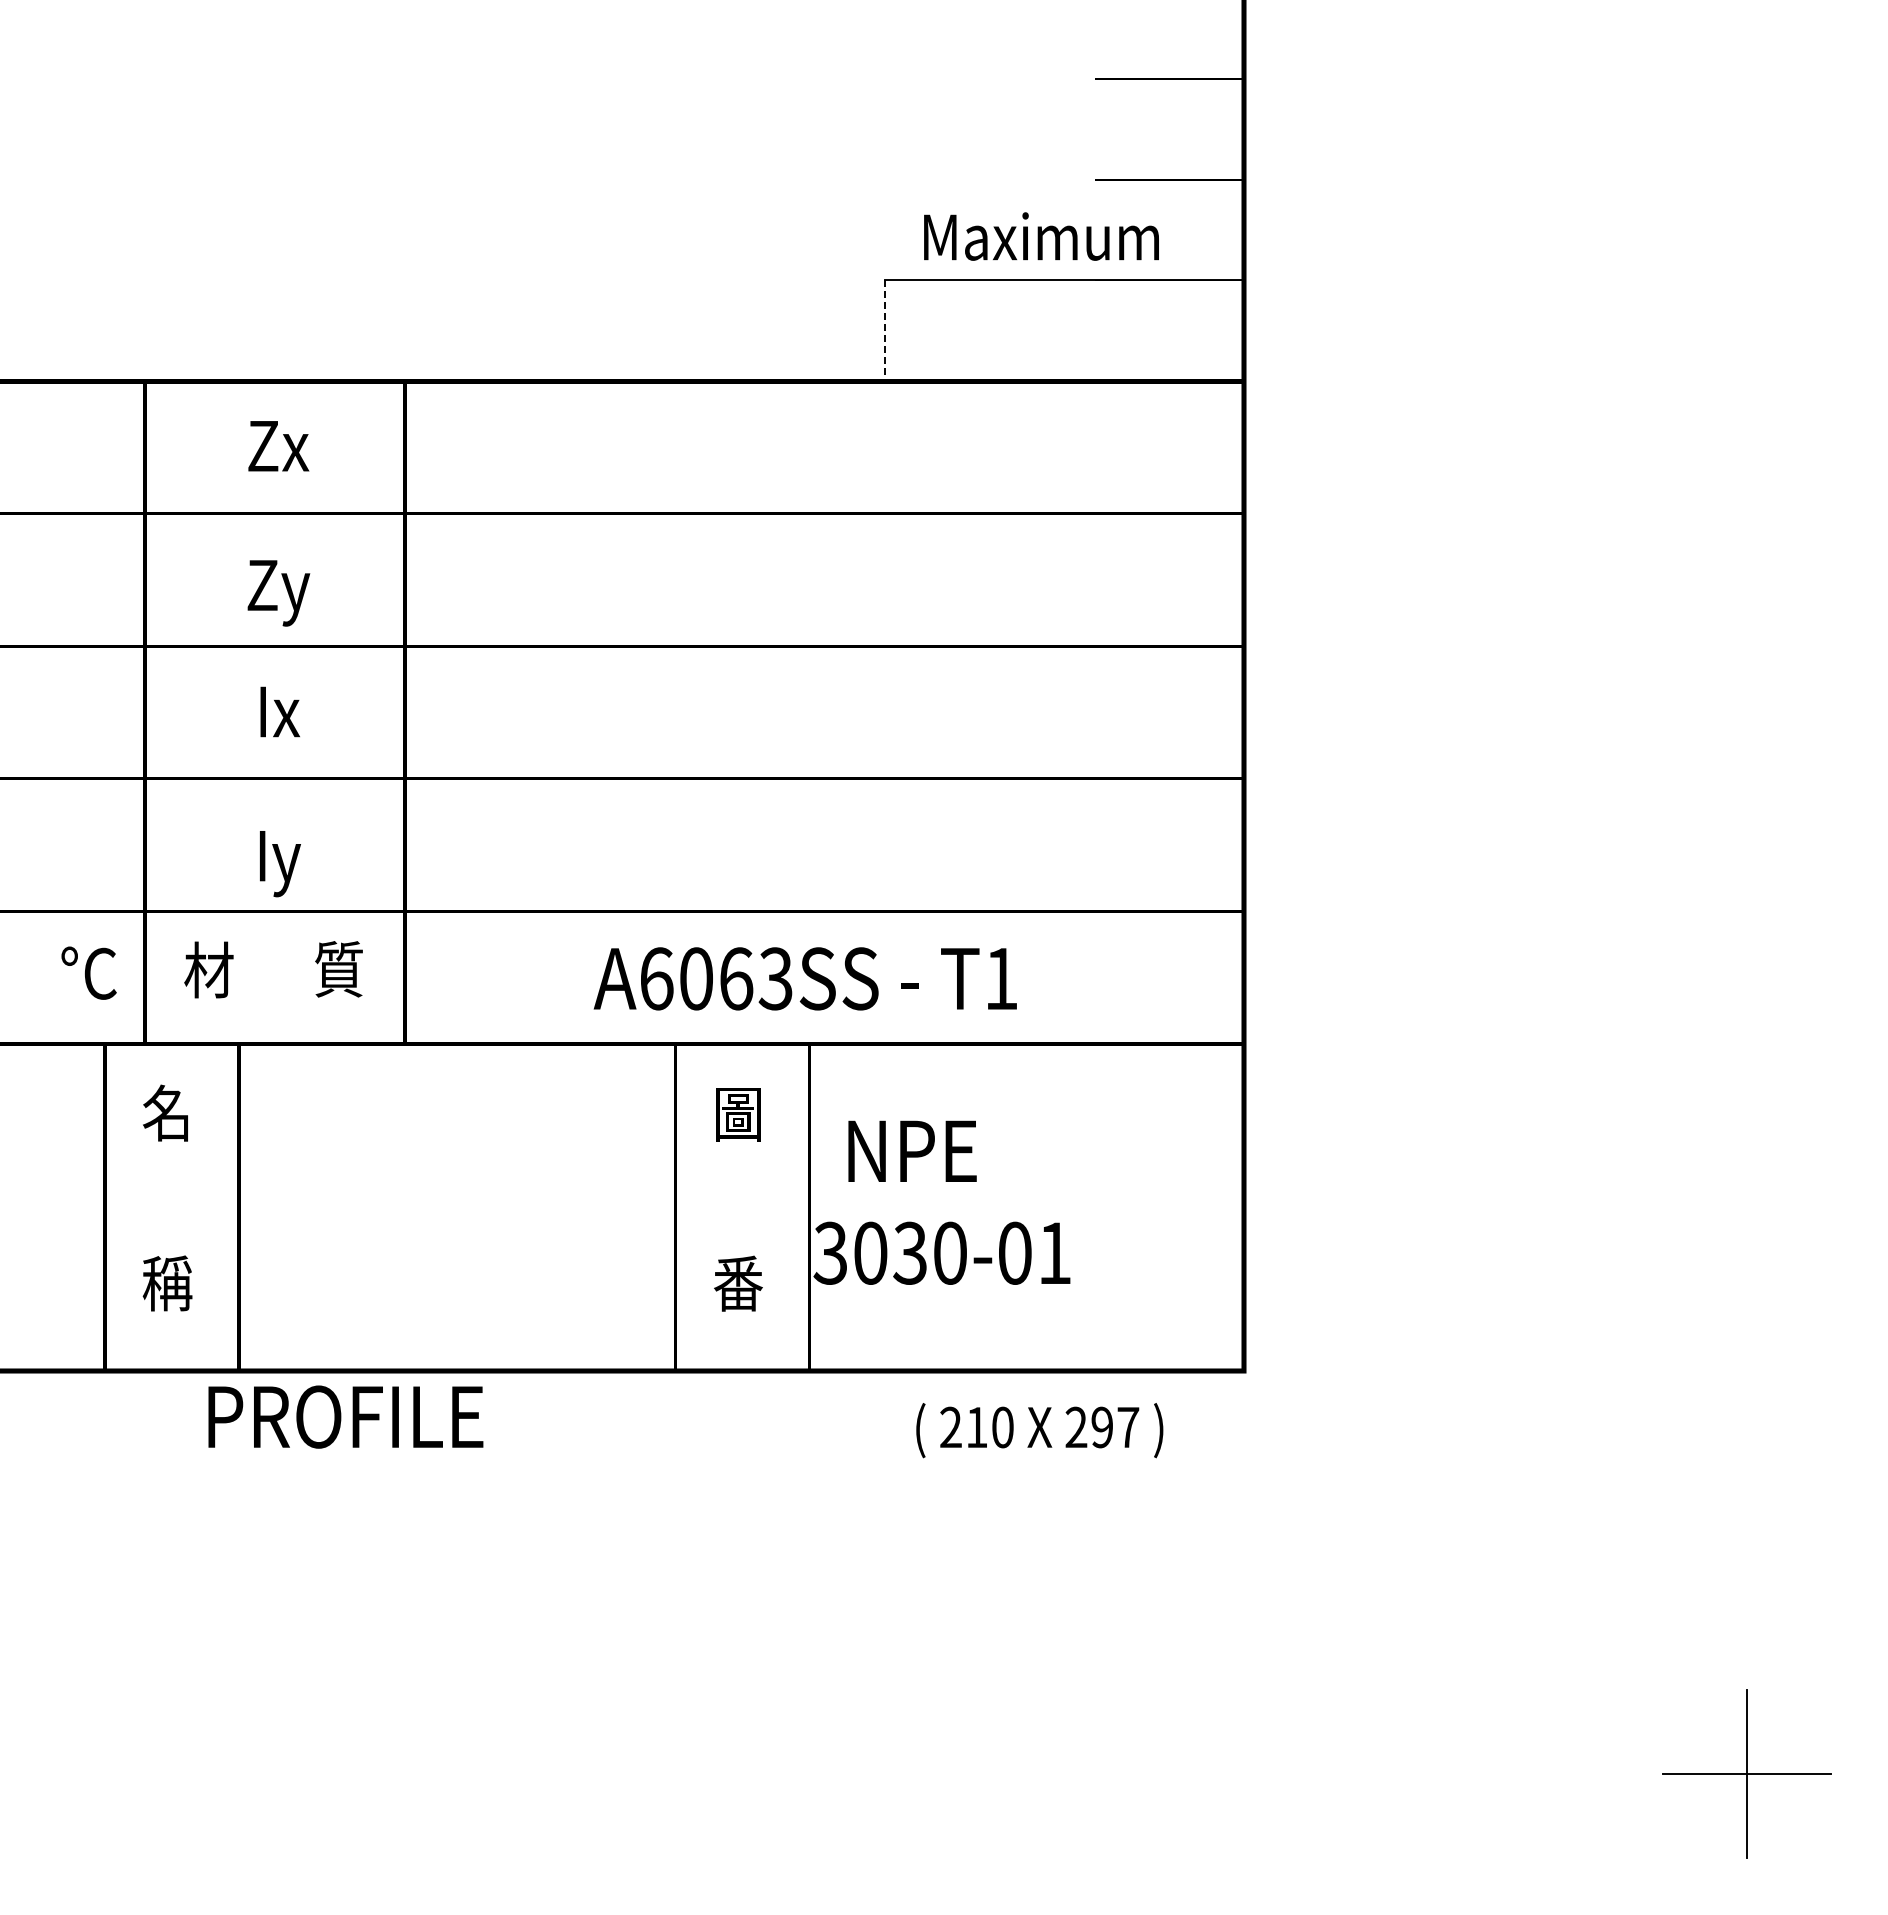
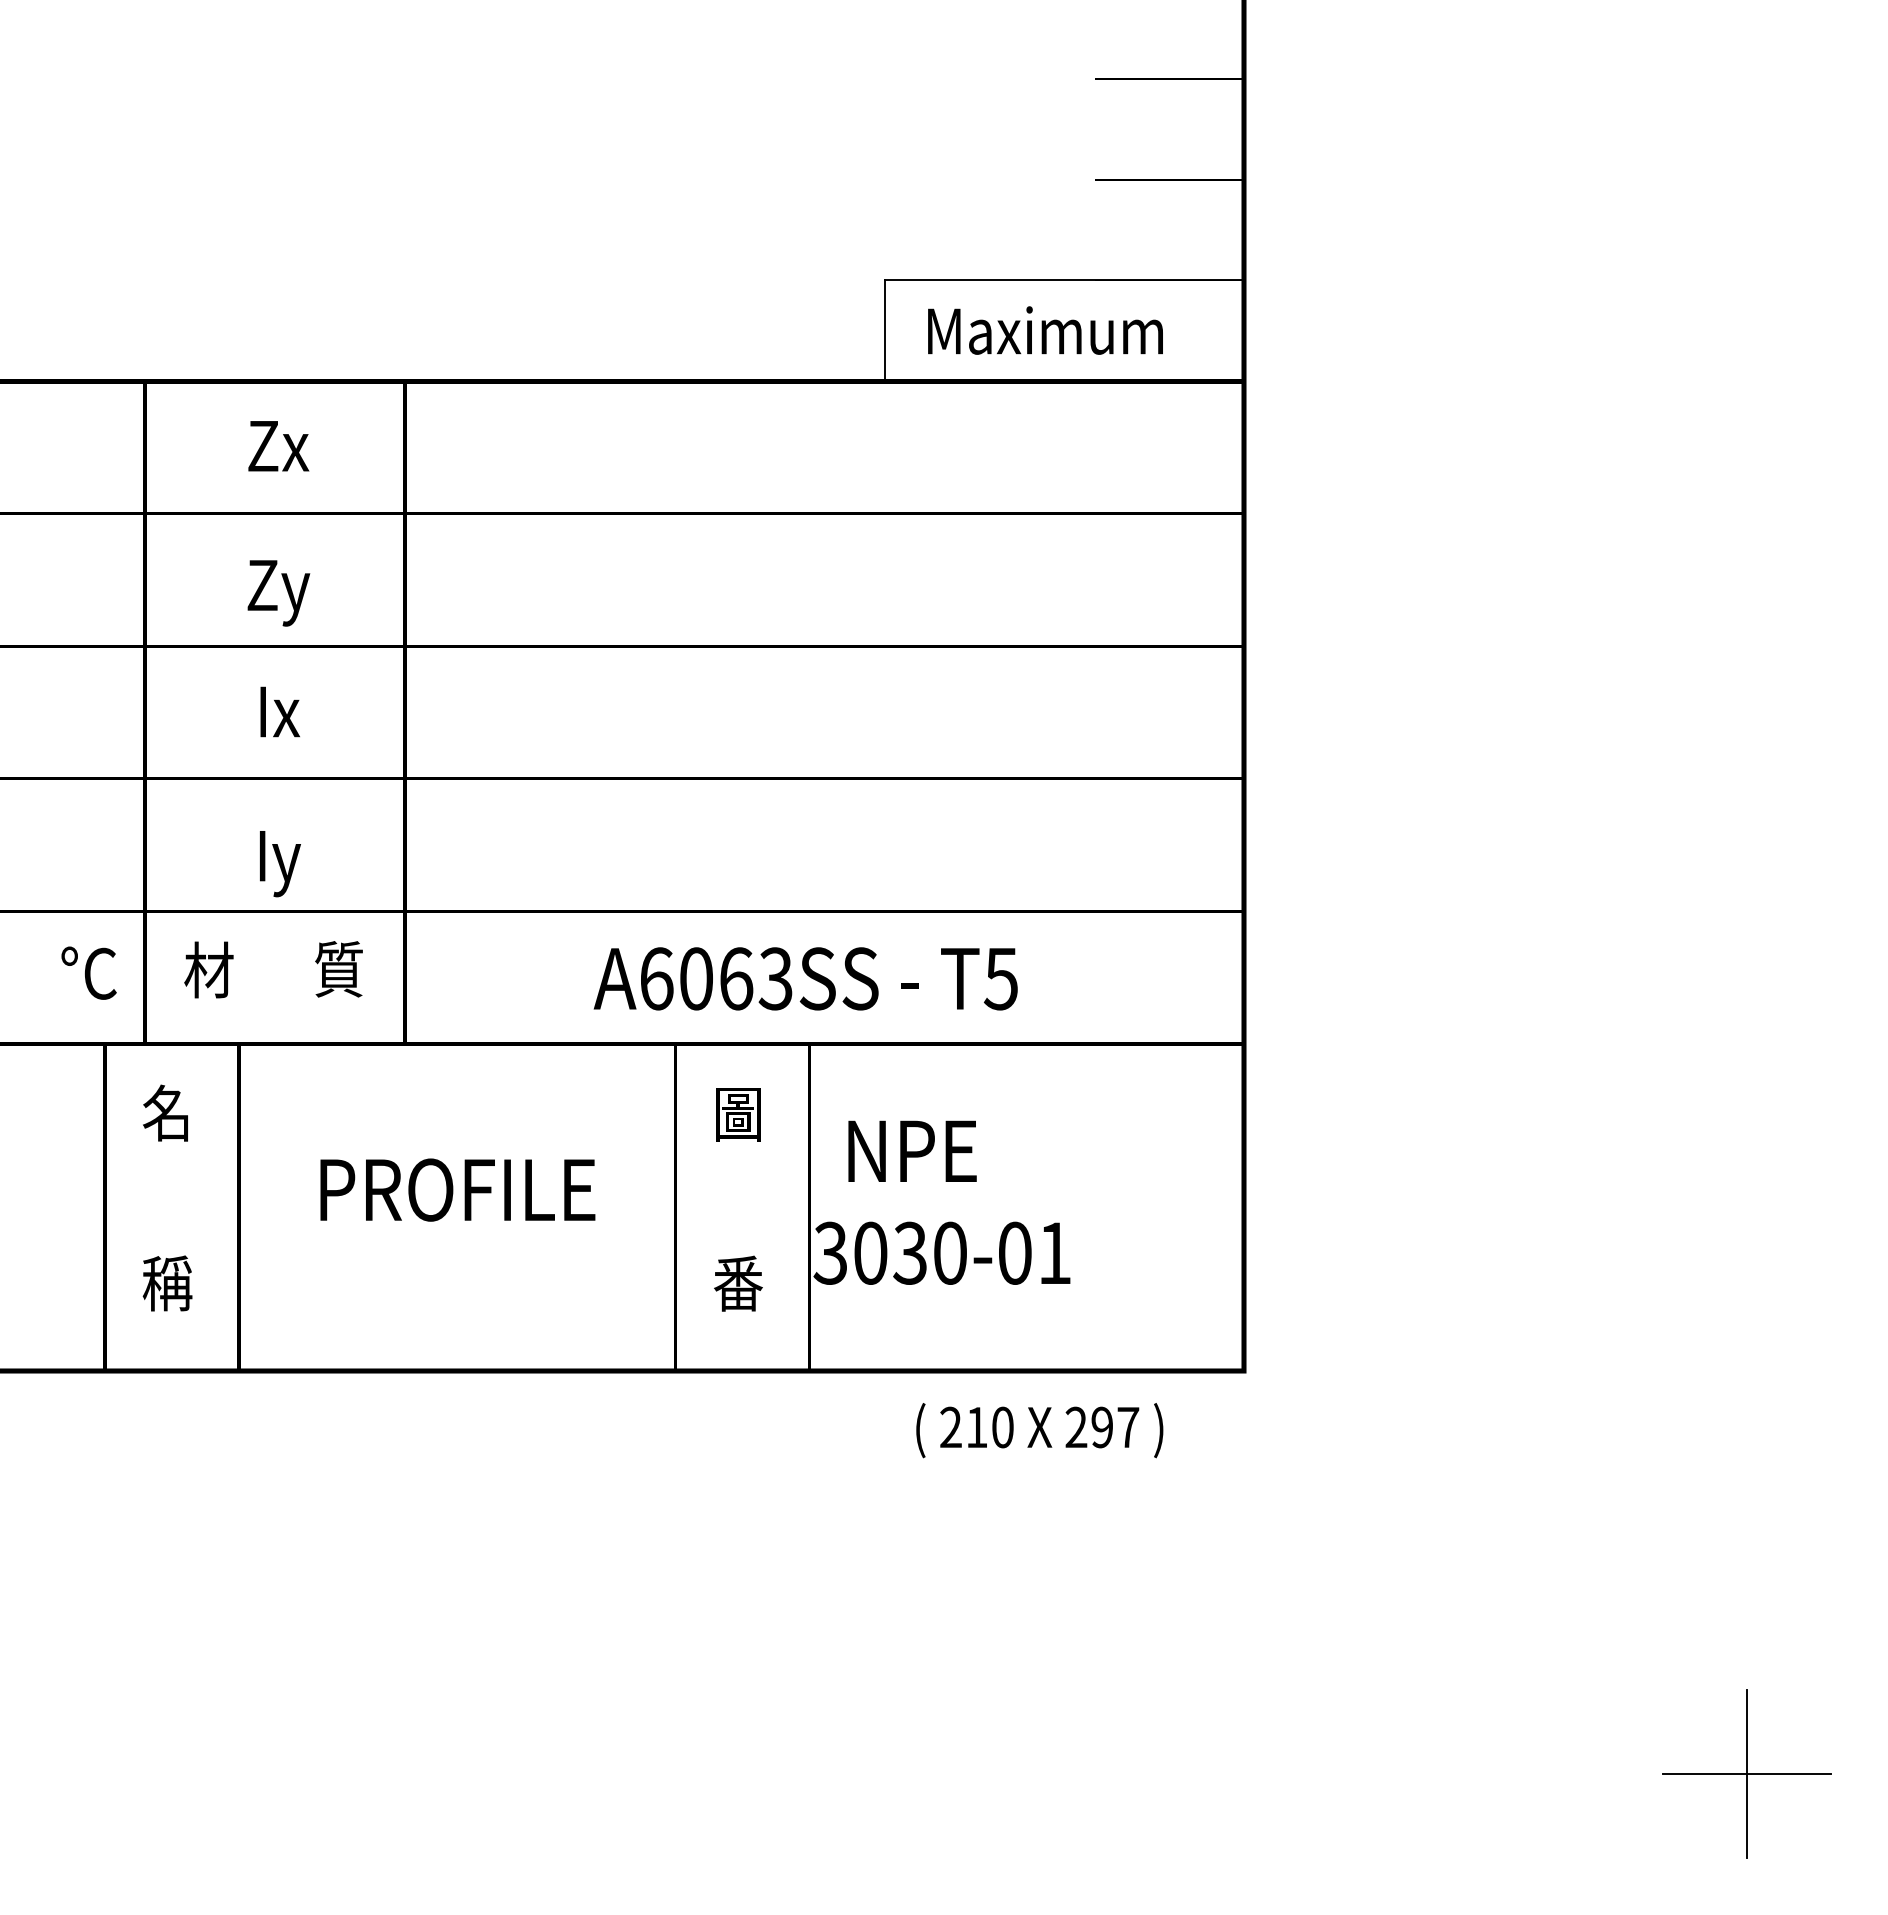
text at (1041, 236) position: (1041, 236) -> (1045, 330)
line at (884, 331): dashed -> solid
text at (1000, 979): T1 -> T5
text at (345, 1416) position: (345, 1416) -> (457, 1189)
